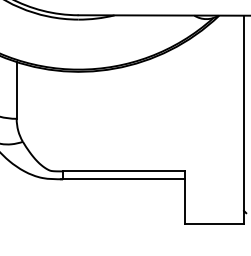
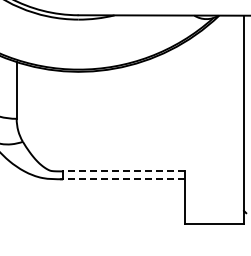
line at (123, 171): solid -> dashed
line at (123, 179): solid -> dashed
